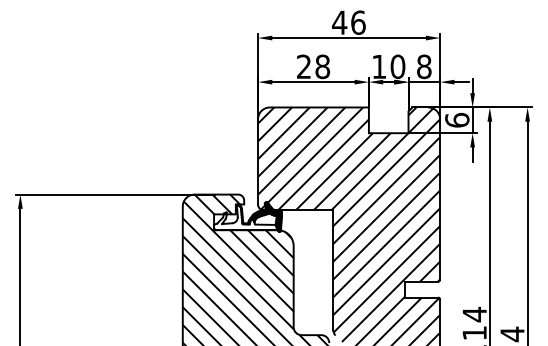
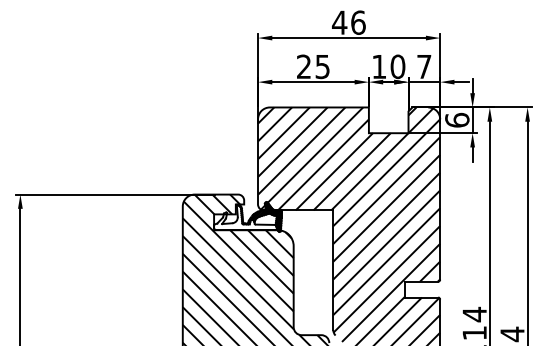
text at (322, 66): 28 -> 25
text at (424, 66): 8 -> 7
